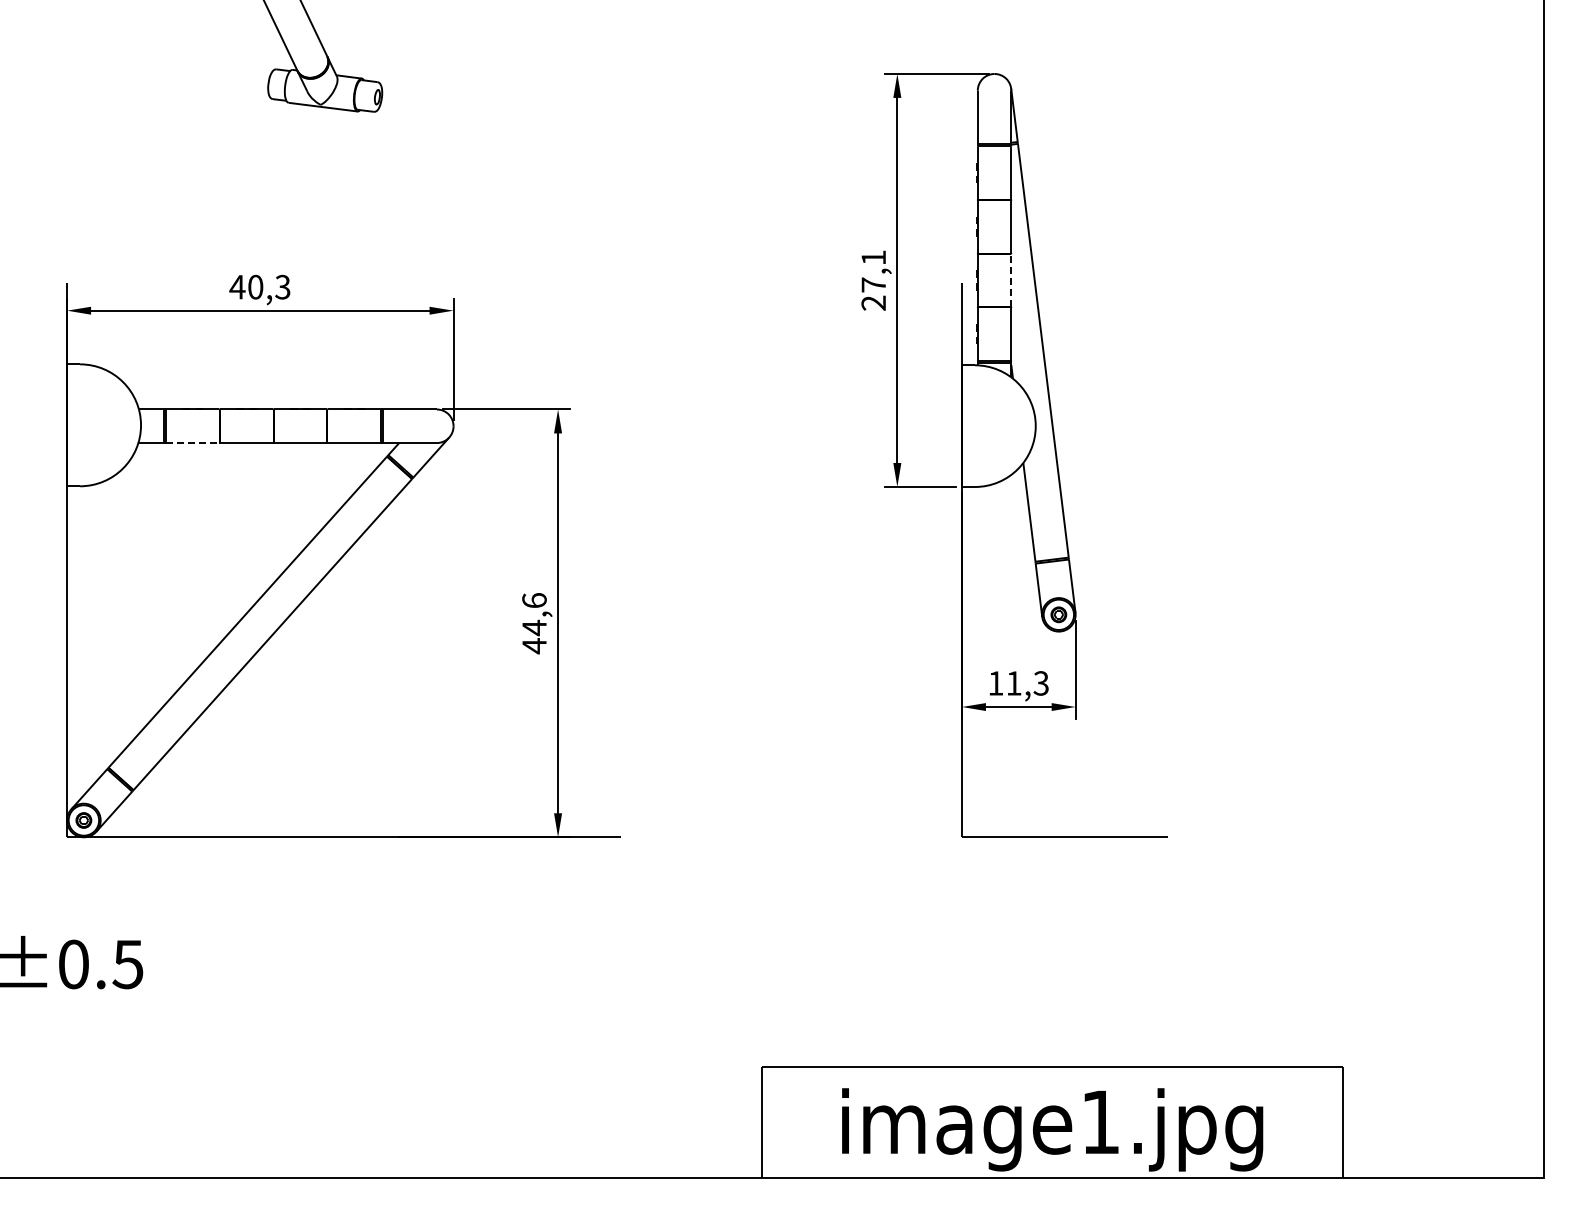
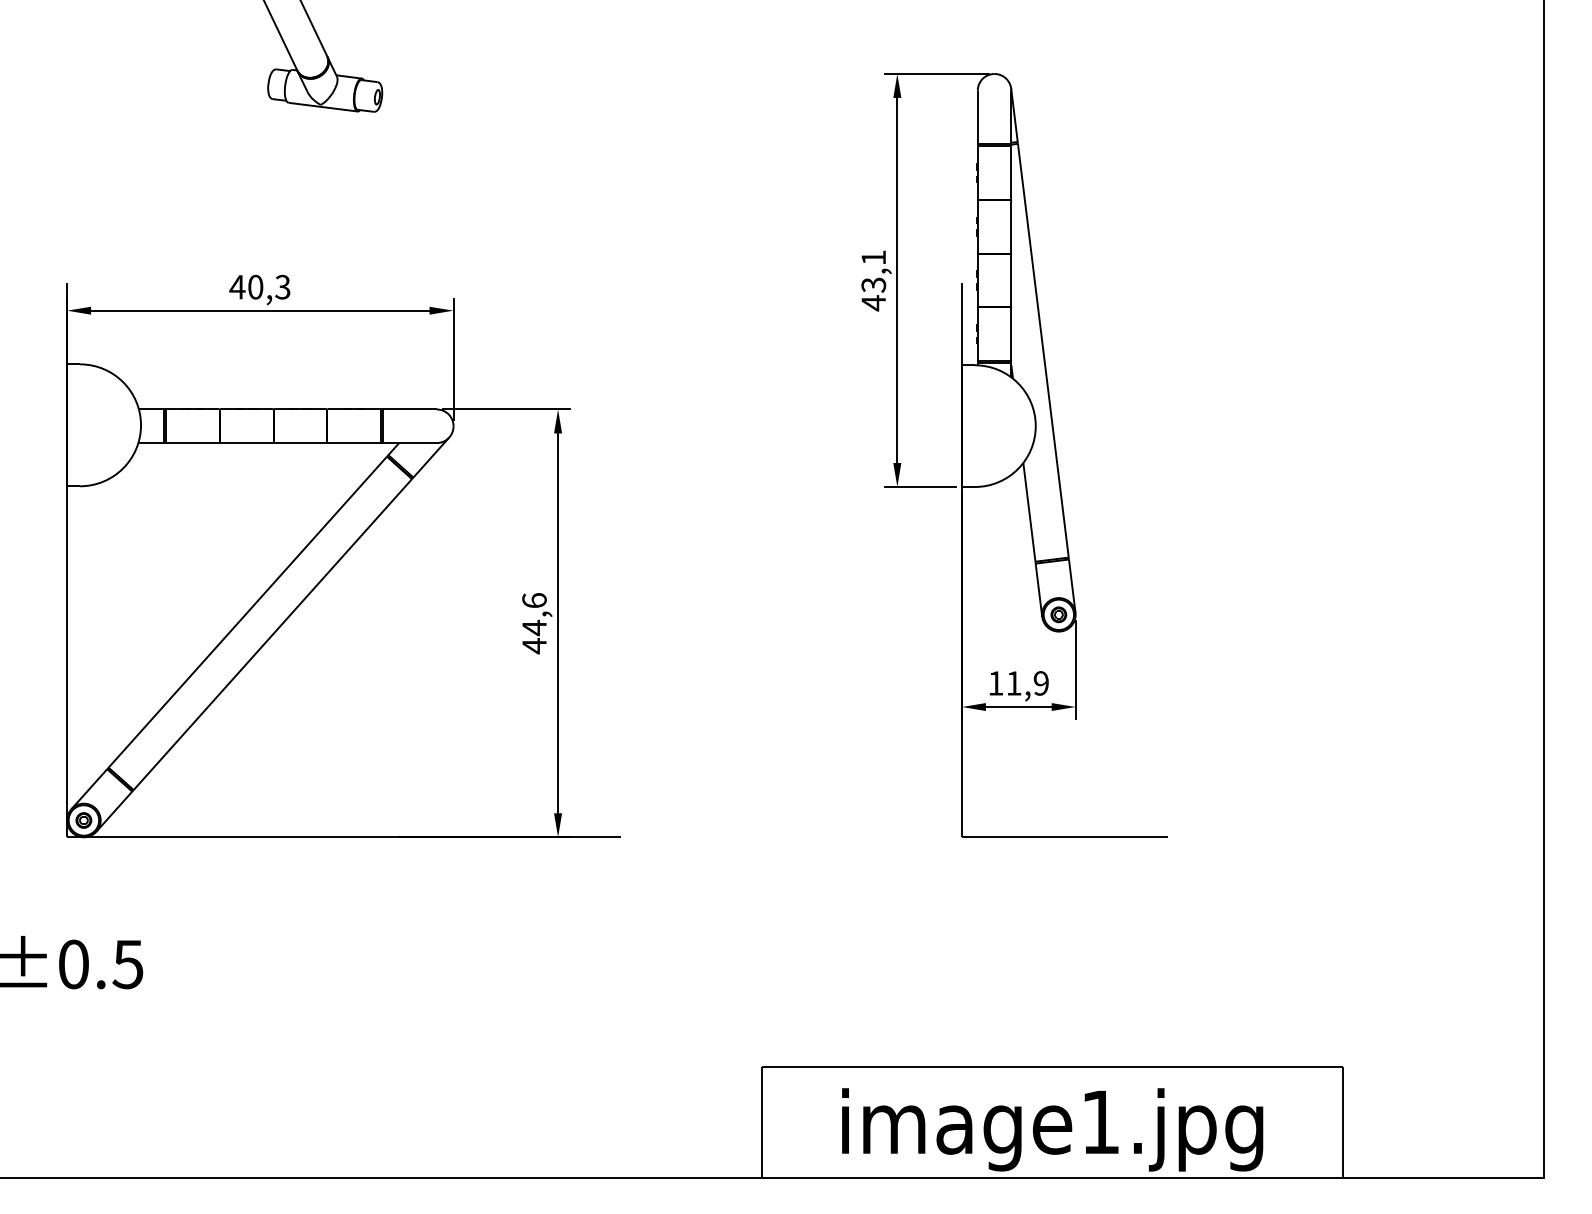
line at (1011, 279): dashed -> solid
text at (873, 294): 27,1 -> 43,1
line at (193, 443): dashed -> solid
text at (1040, 683): 11,3 -> 11,9
